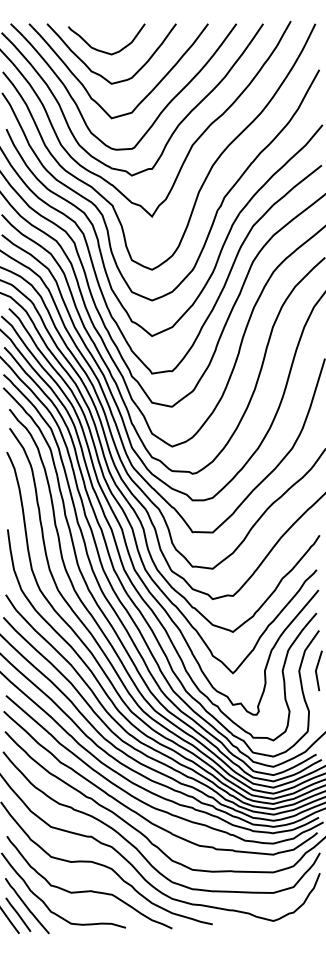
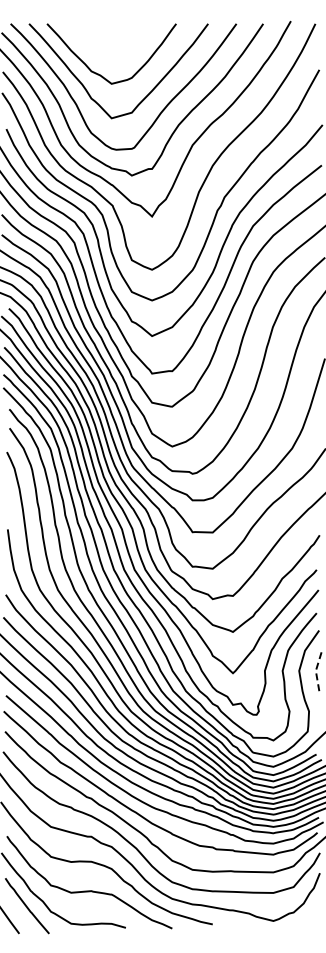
curve at (102, 50): present -> none
line at (315, 670): solid -> dashed
line at (18, 914): present -> none
